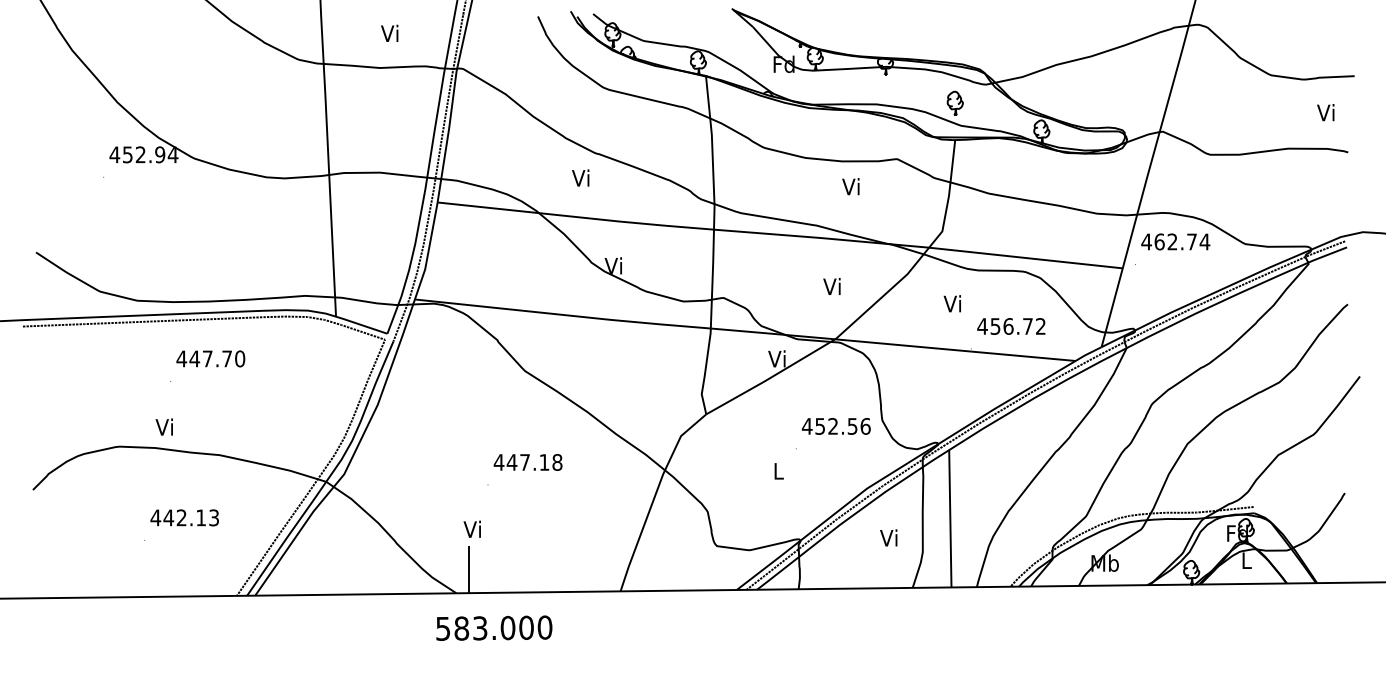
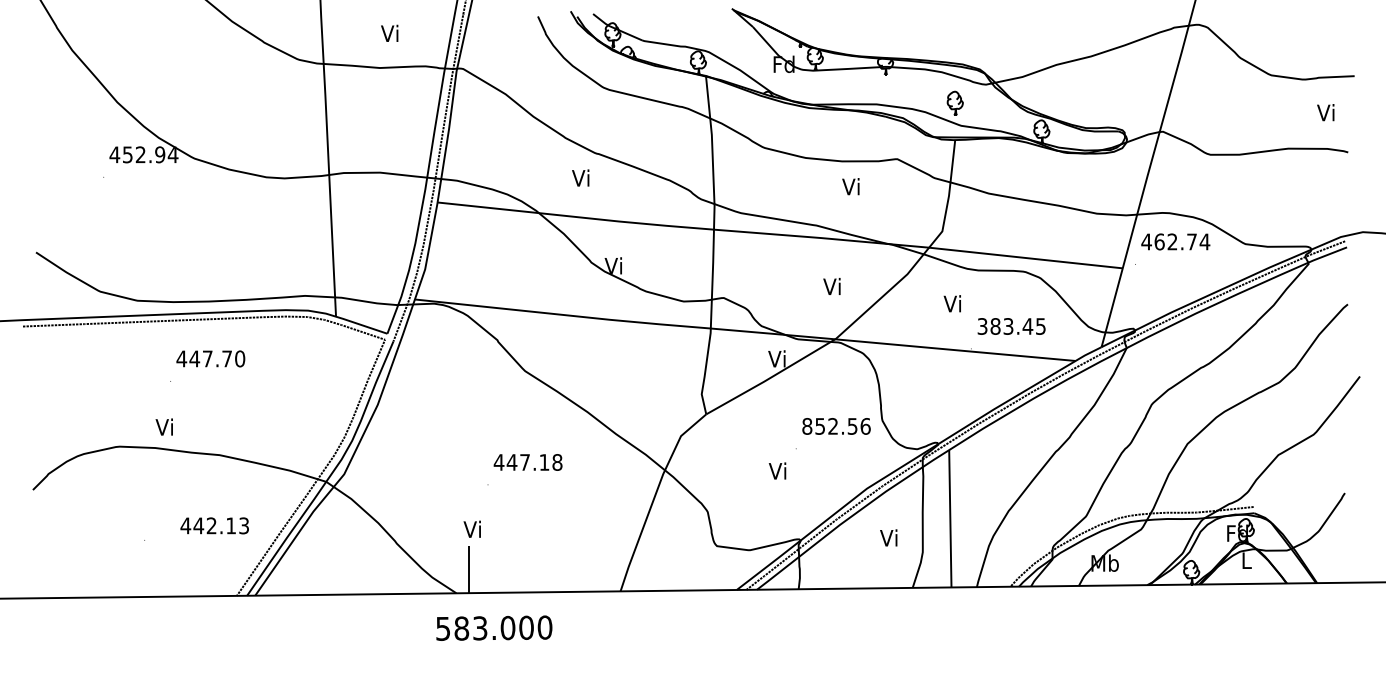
text at (1011, 326): 456.72 -> 383.45
text at (806, 426): 452.56 -> 852.56
text at (777, 470): L -> Vi
text at (184, 517) position: (184, 517) -> (214, 525)
